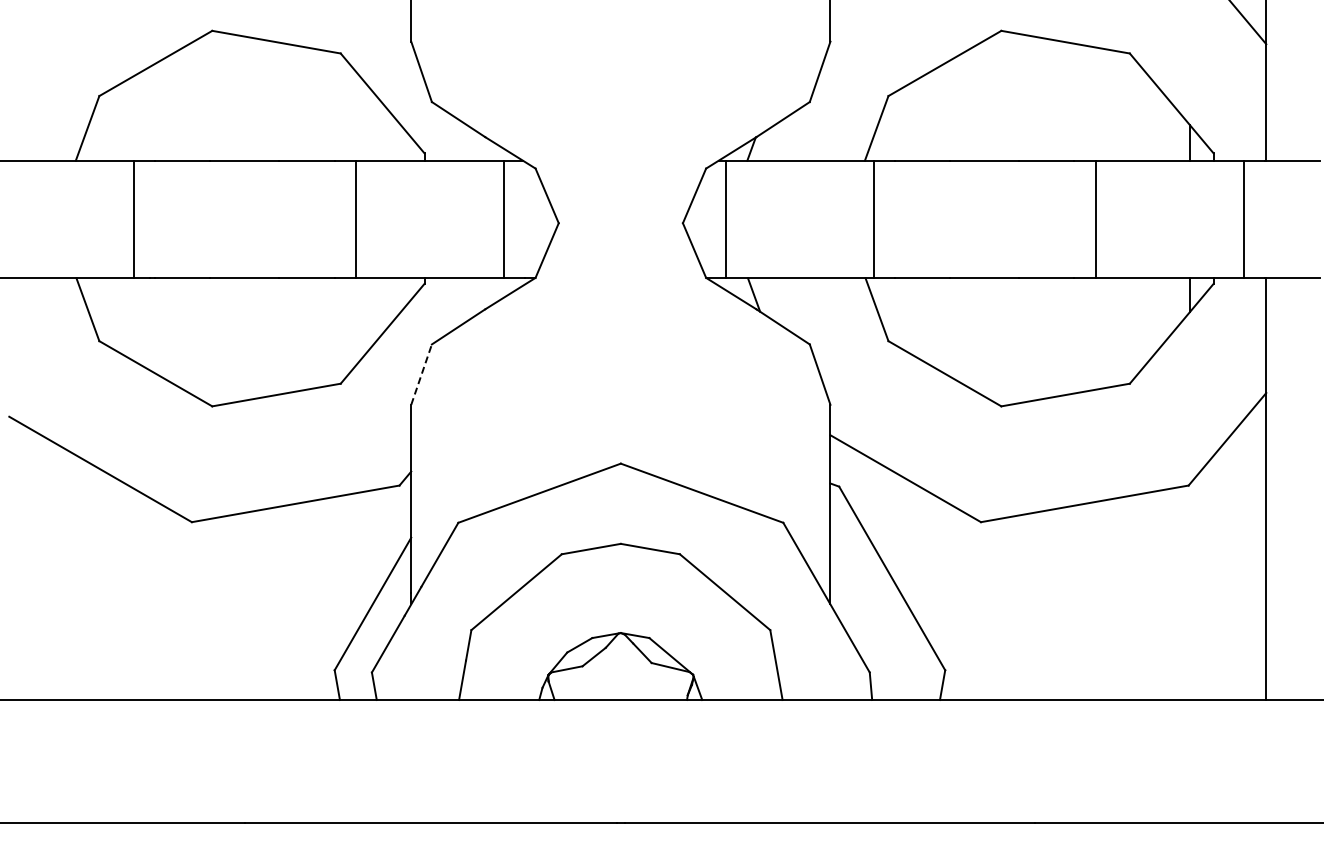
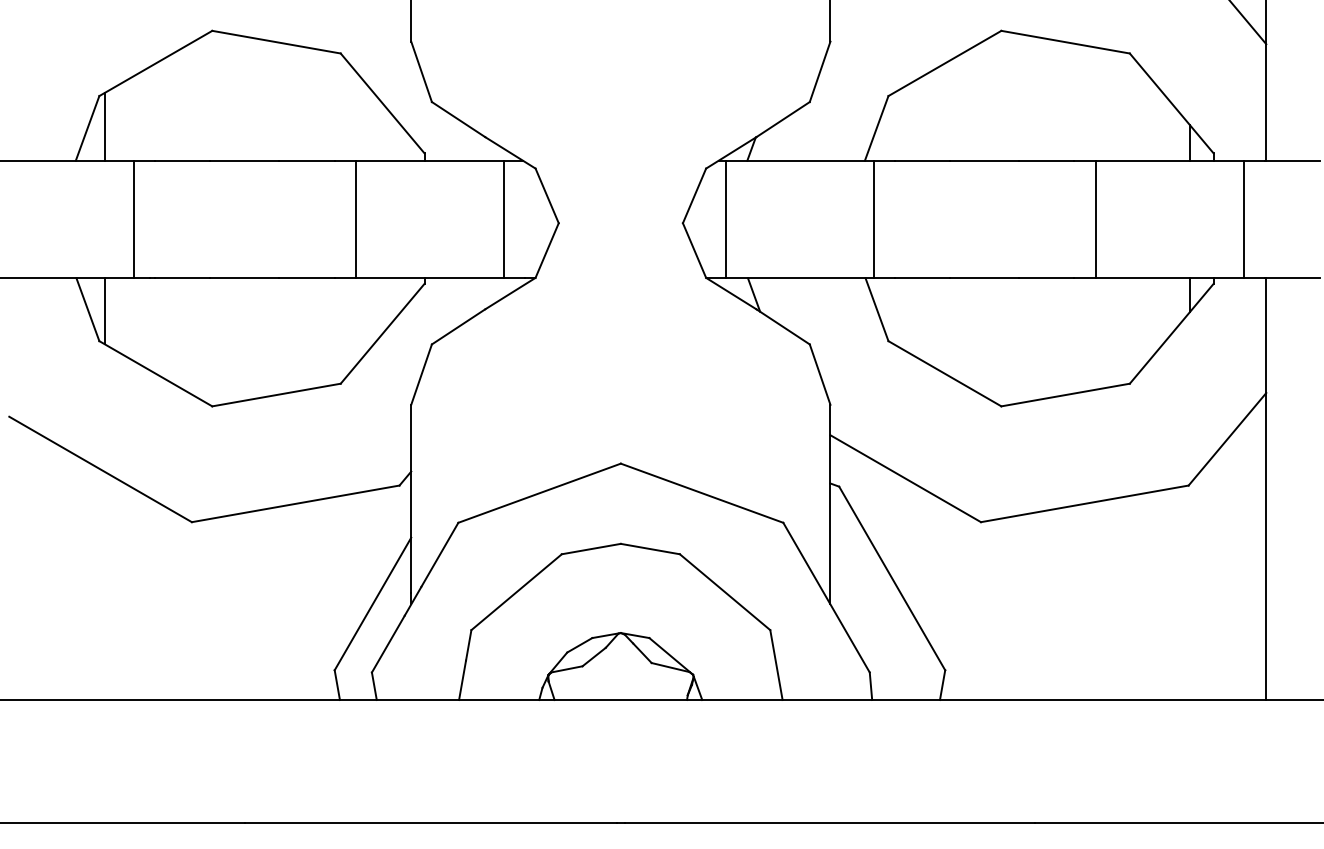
line at (104, 126): none -> present
line at (104, 311): none -> present
line at (421, 374): dashed -> solid
